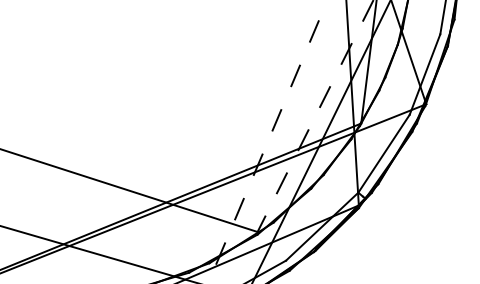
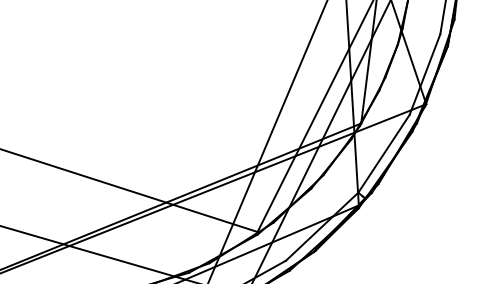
line at (315, 116): dashed -> solid
line at (267, 141): dashed -> solid
